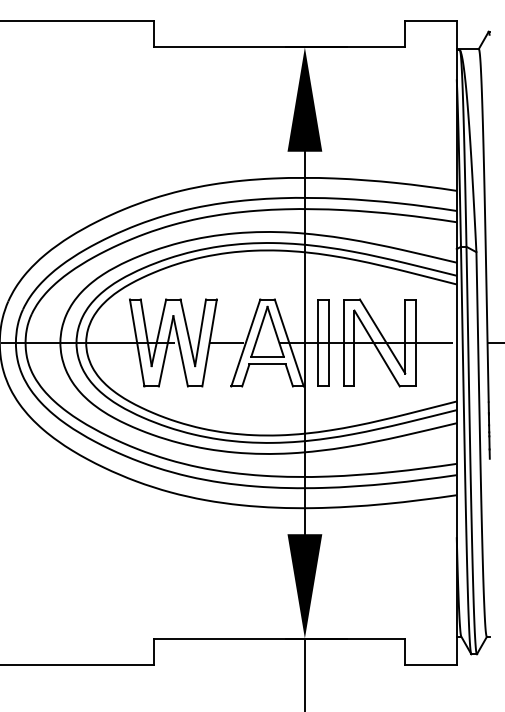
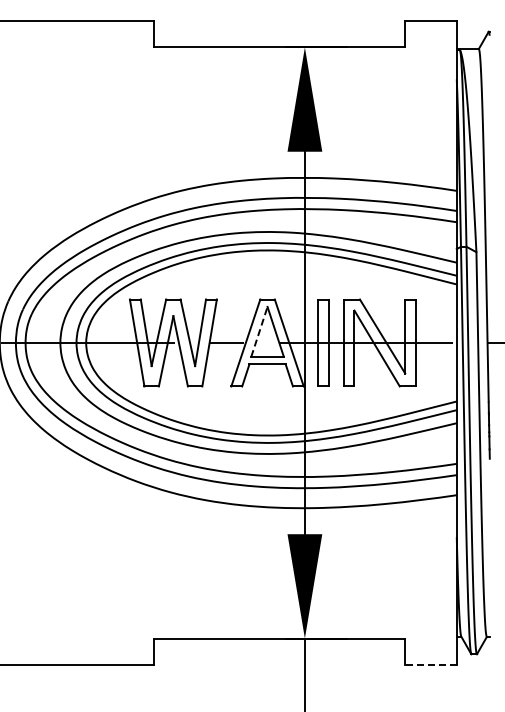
line at (259, 331): solid -> dashed
line at (430, 664): solid -> dashed
